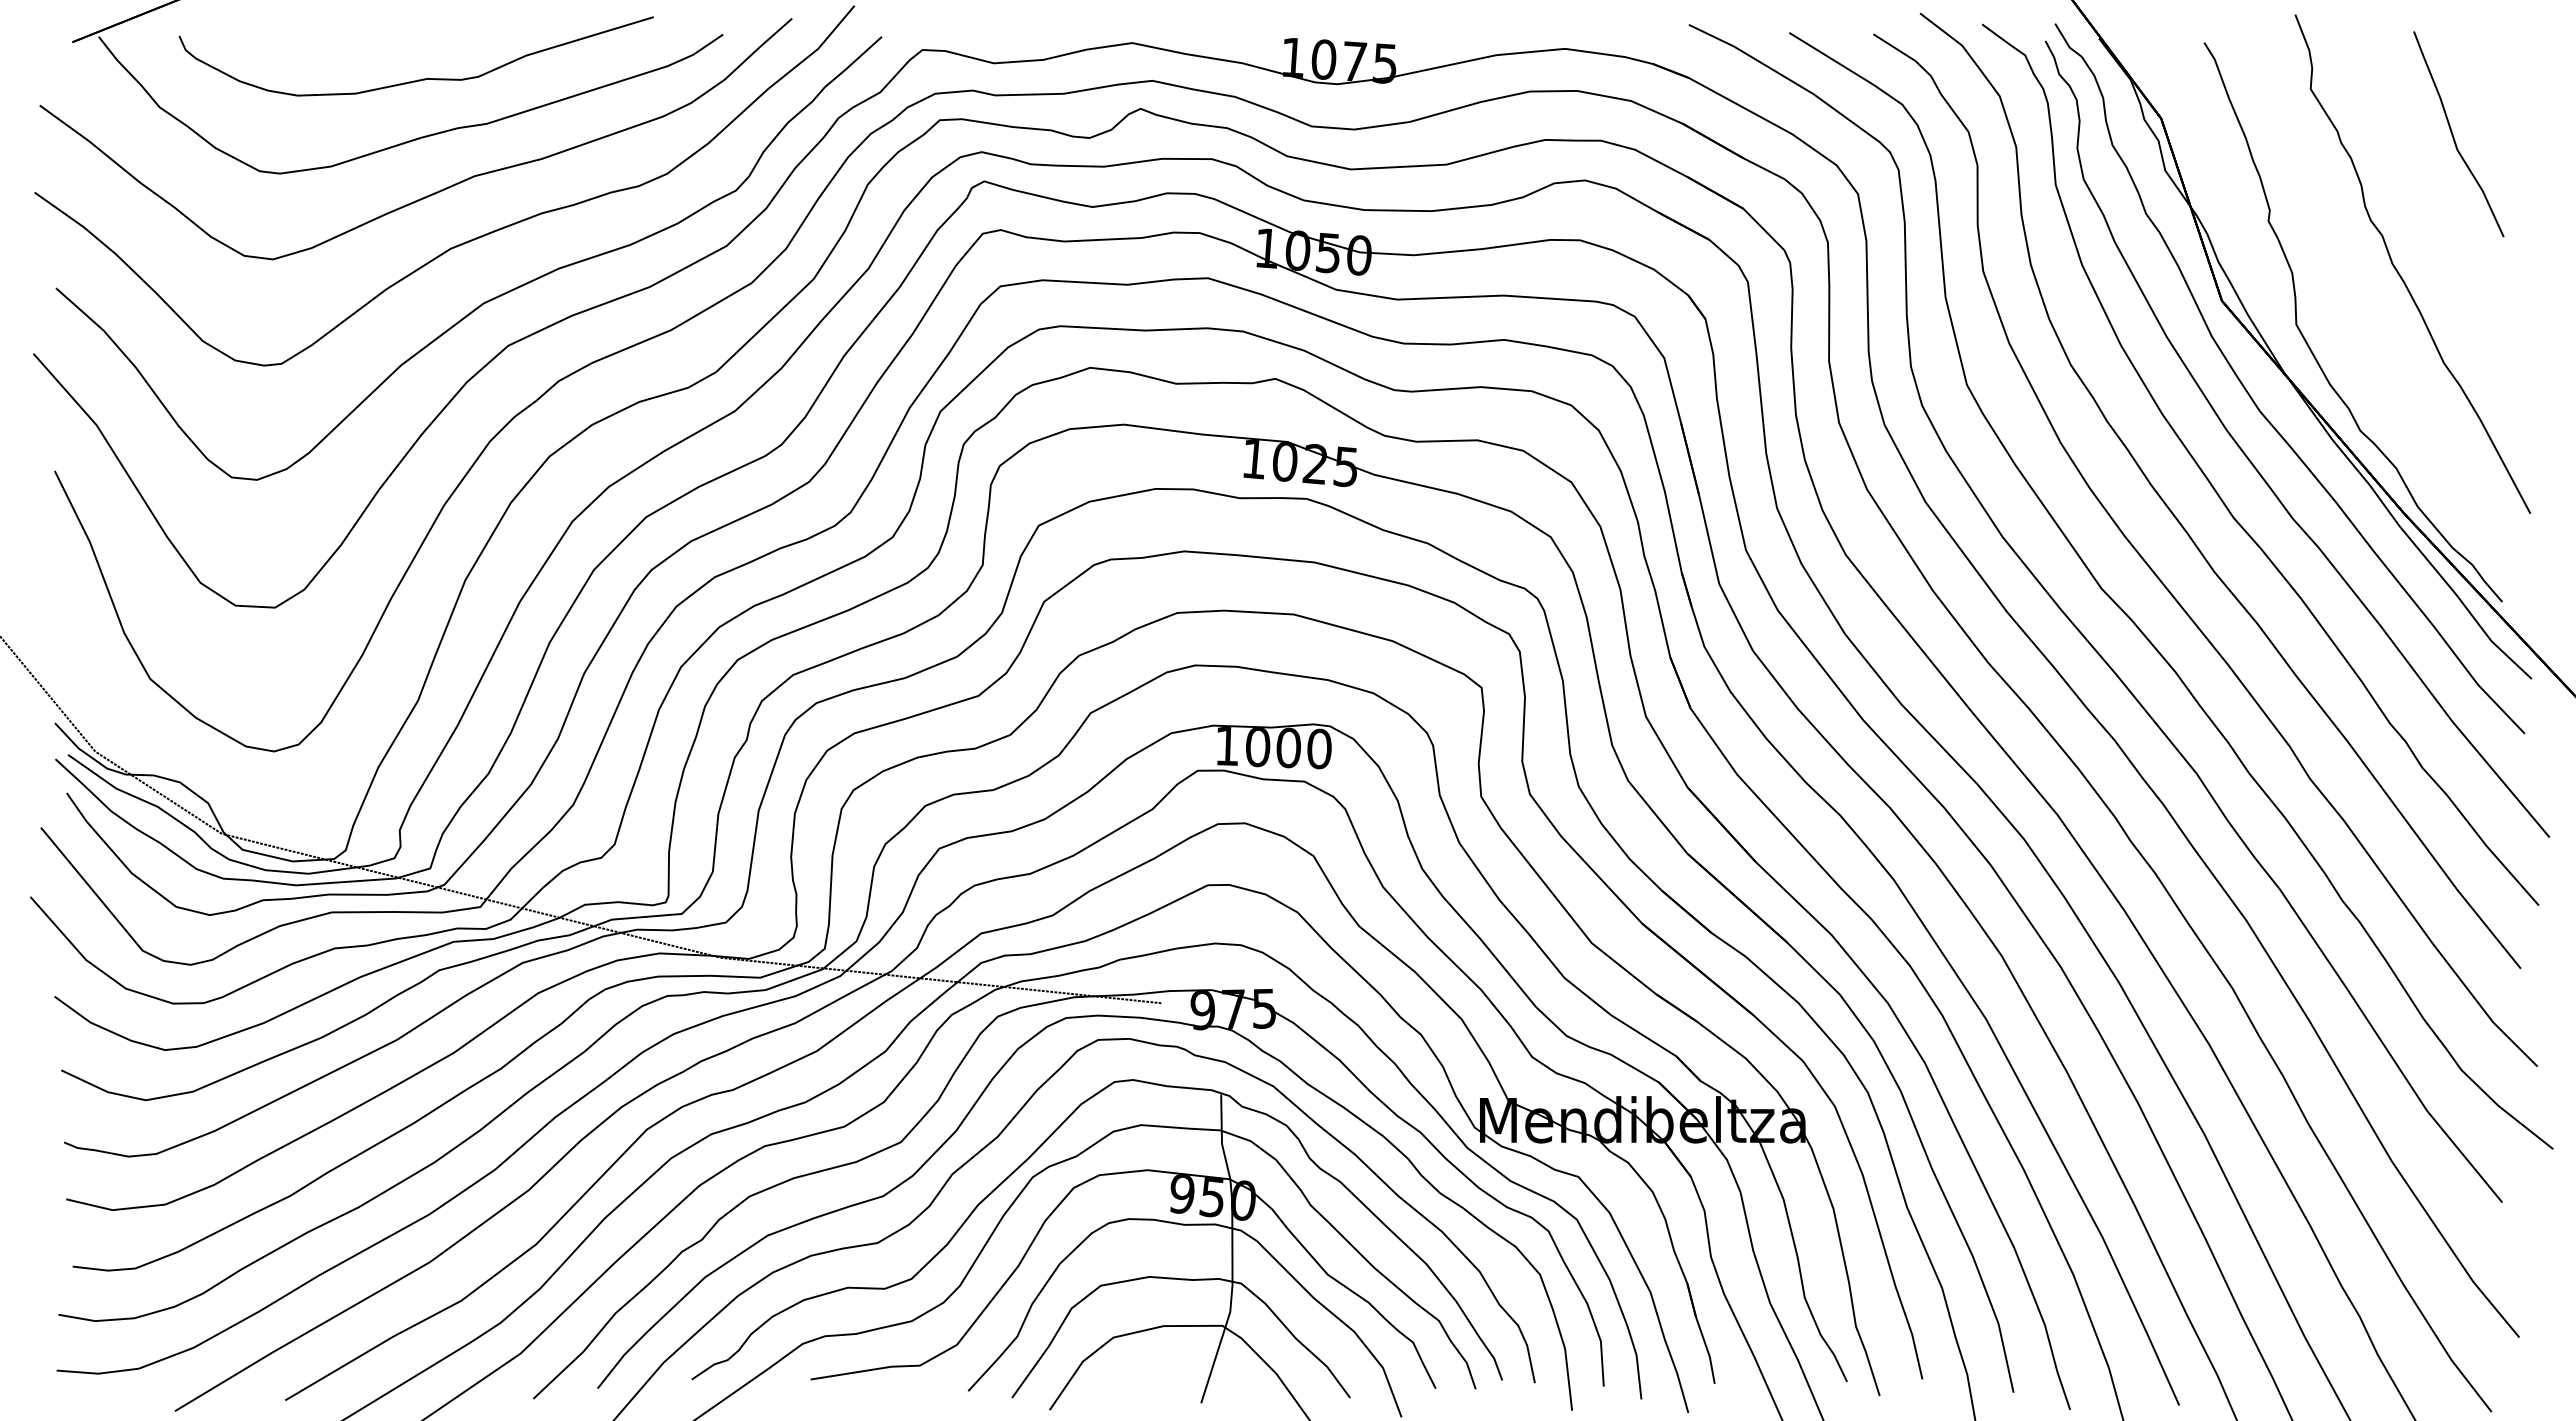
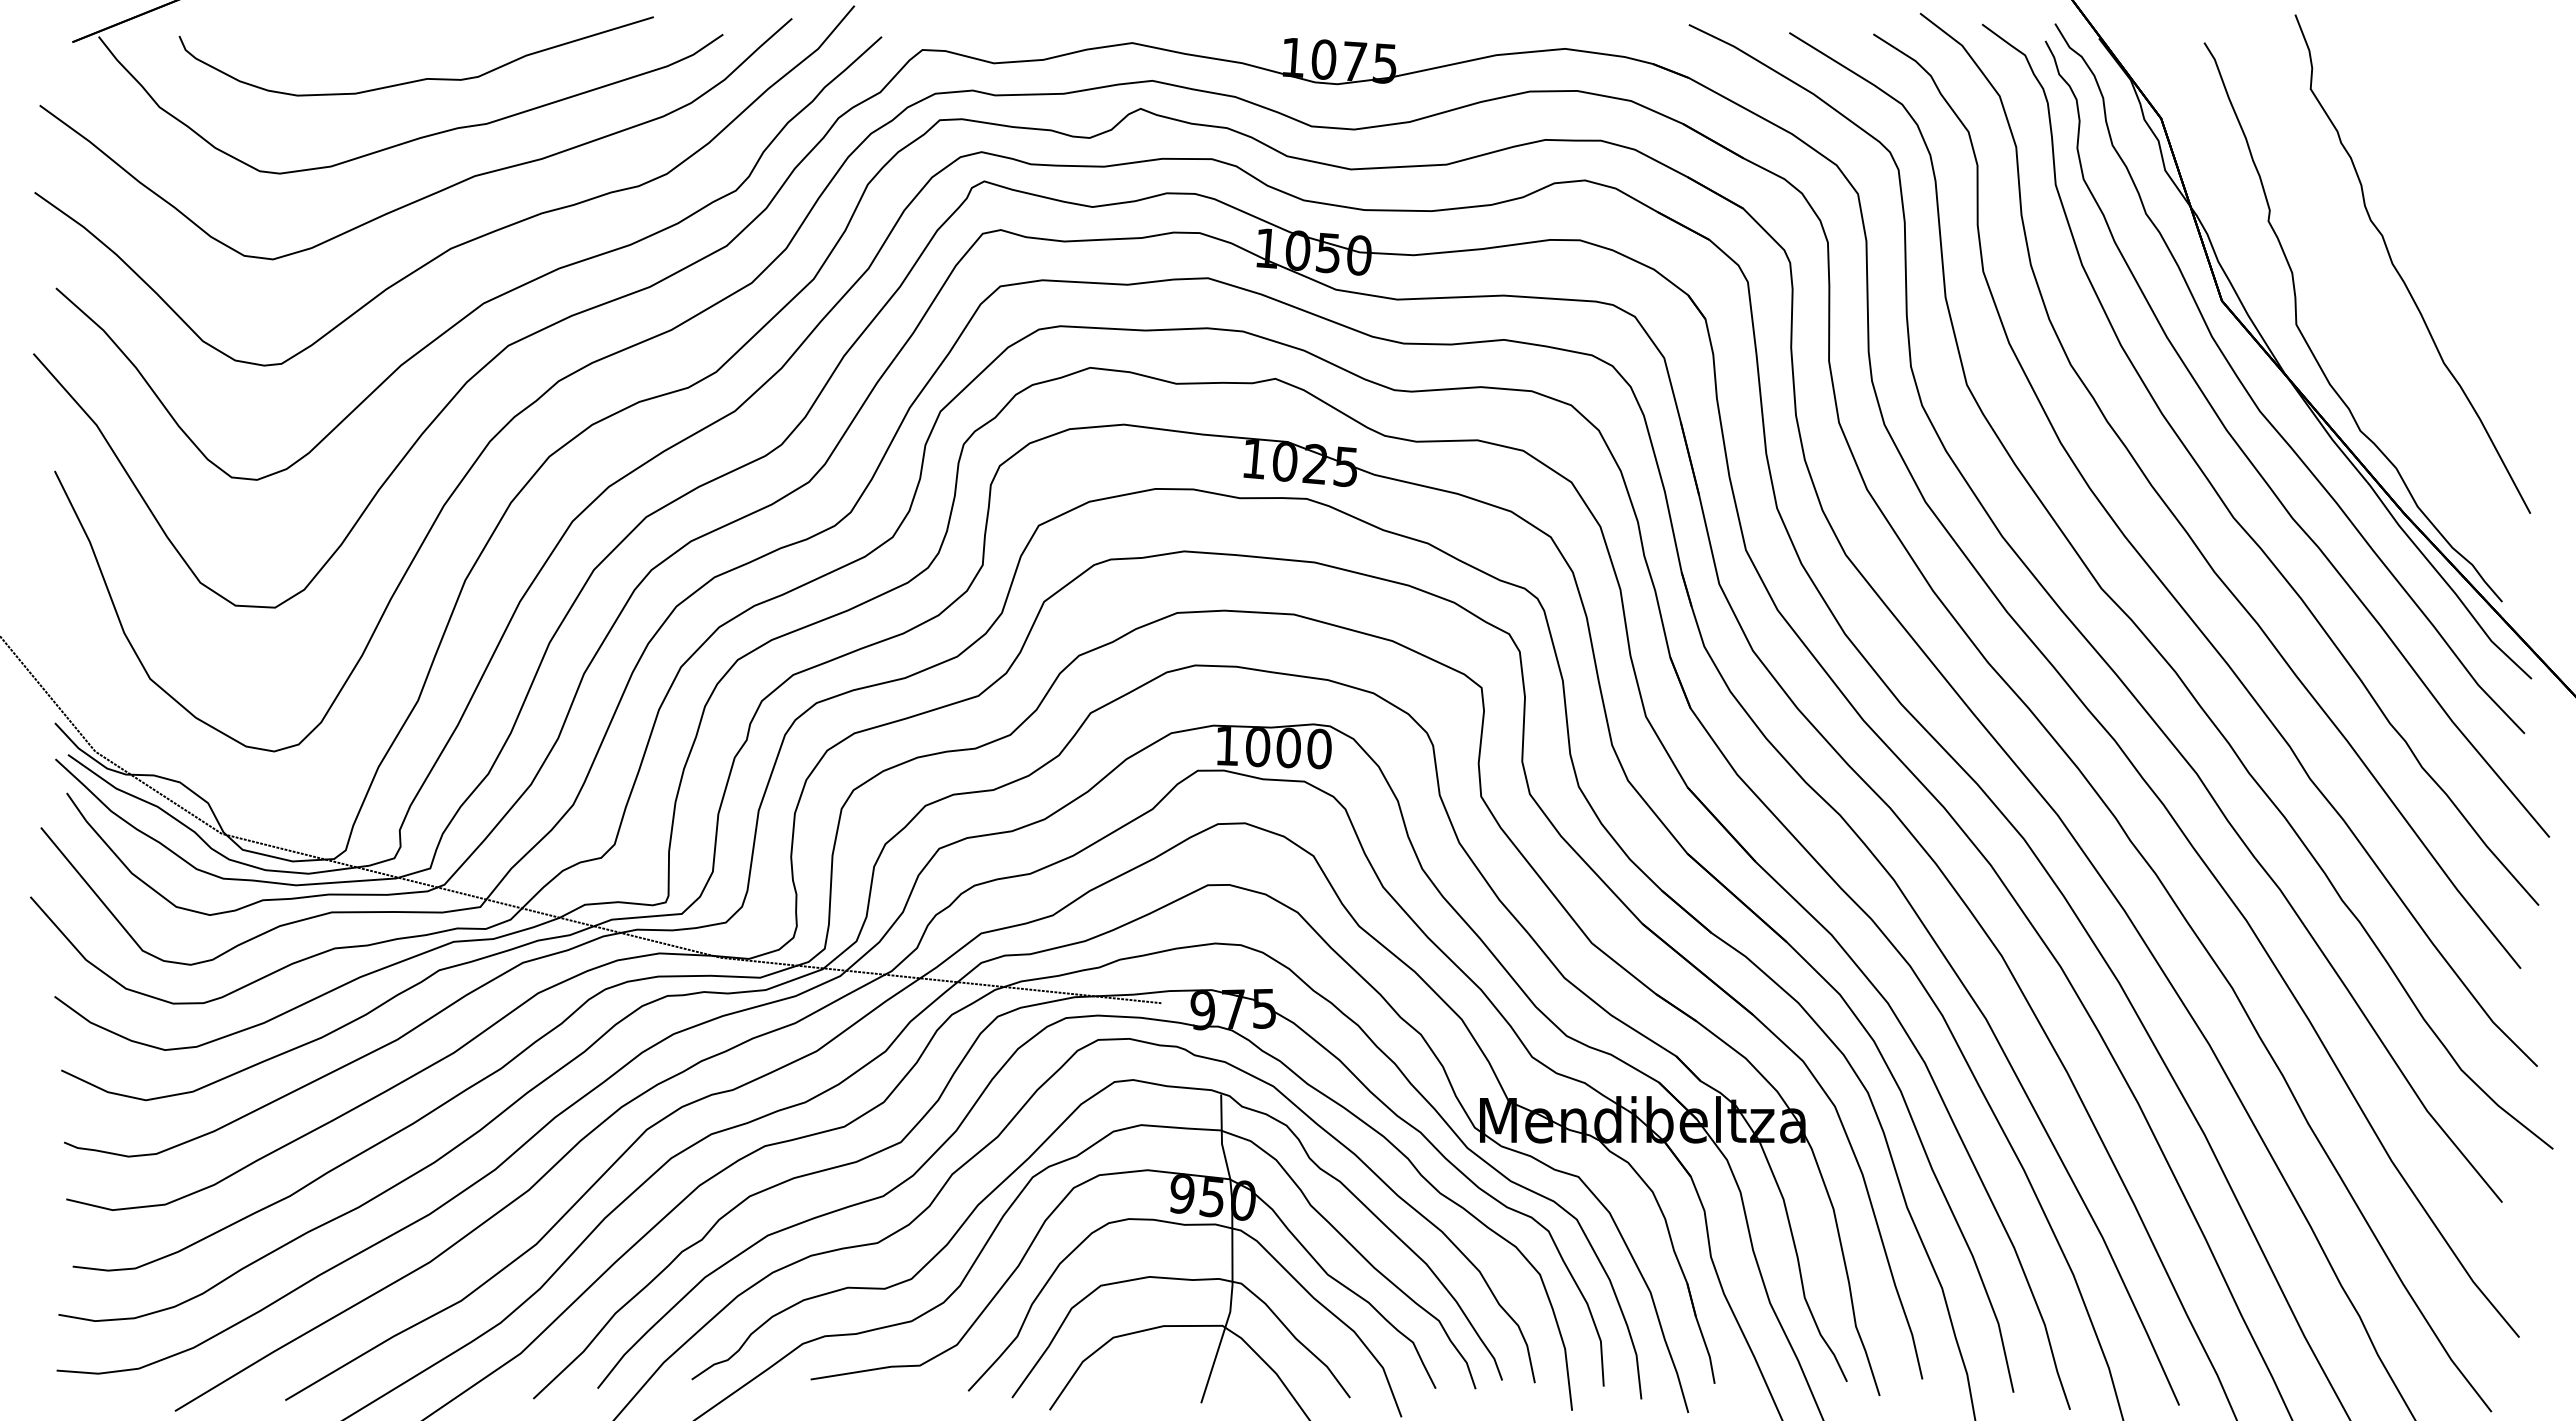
curve at (2453, 134): present -> none
